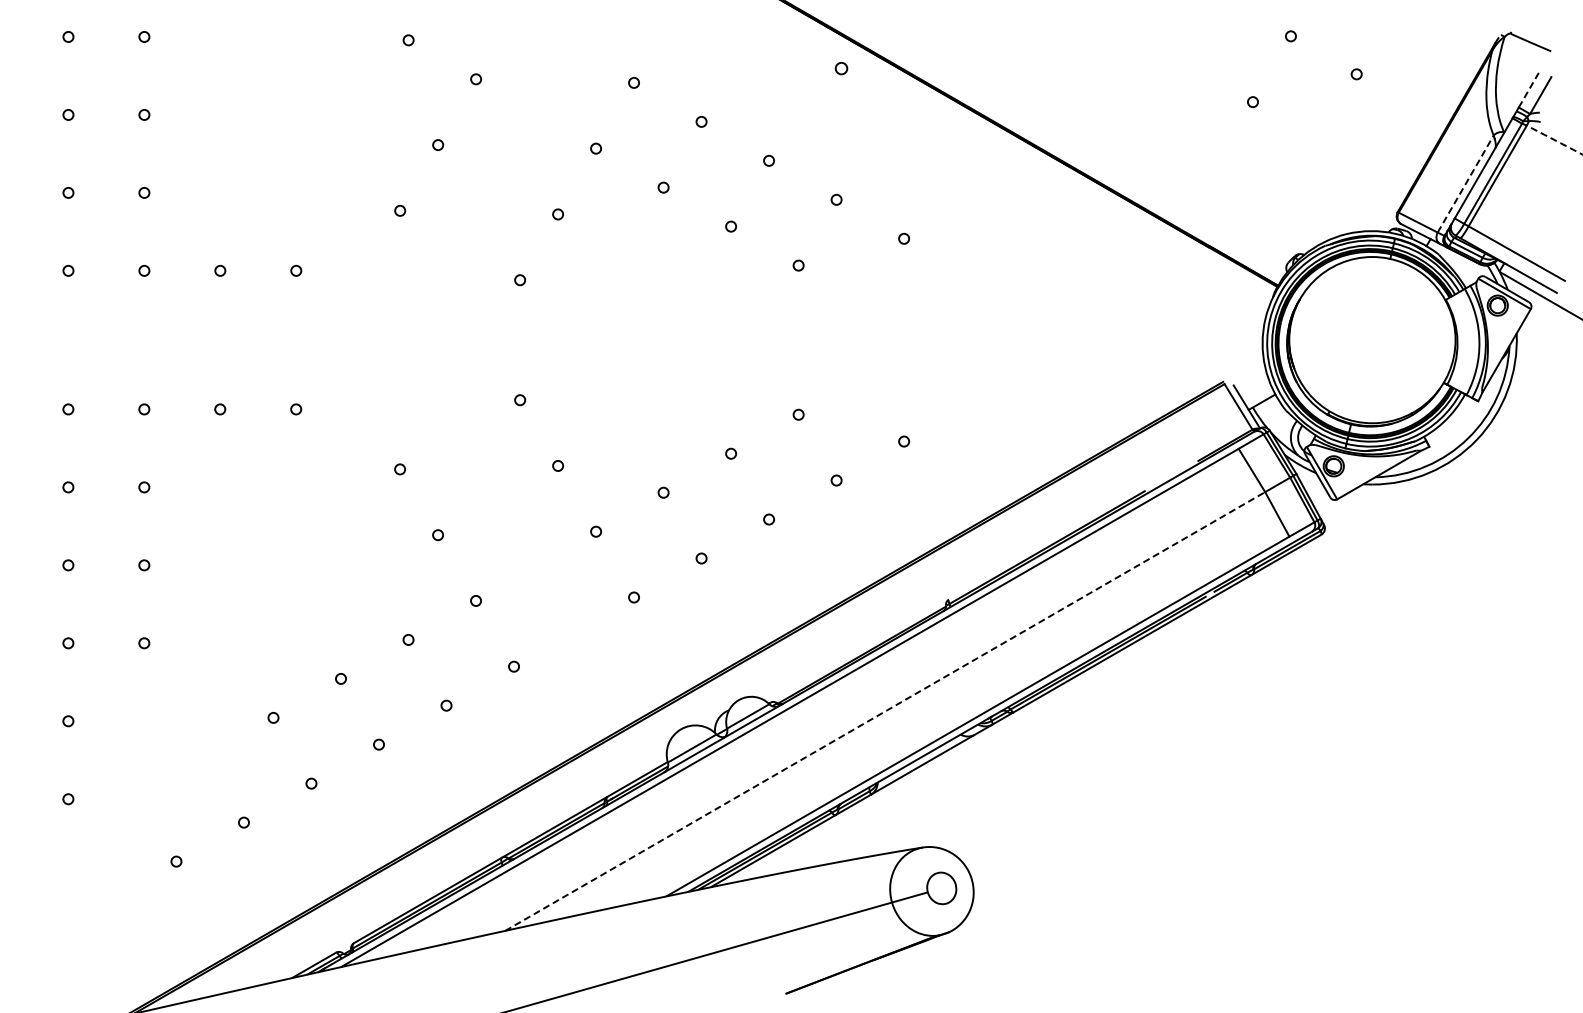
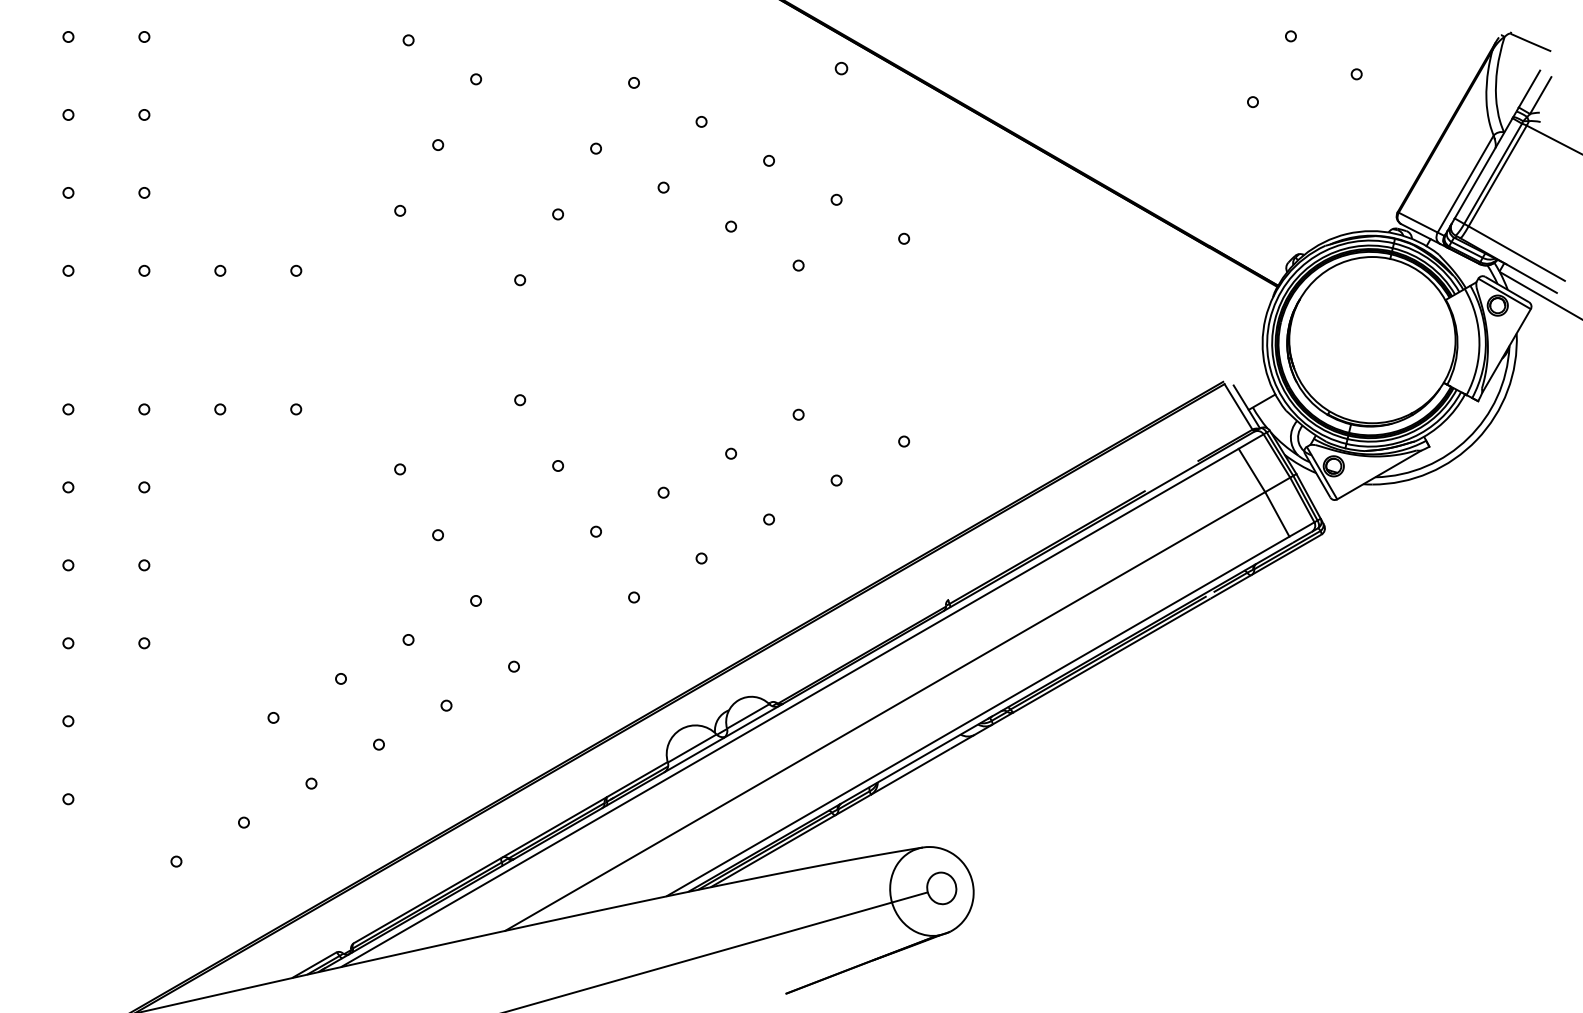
line at (1529, 88): dashed -> solid
line at (1554, 139): dashed -> solid
line at (1465, 183): dashed -> solid
line at (885, 711): dashed -> solid
